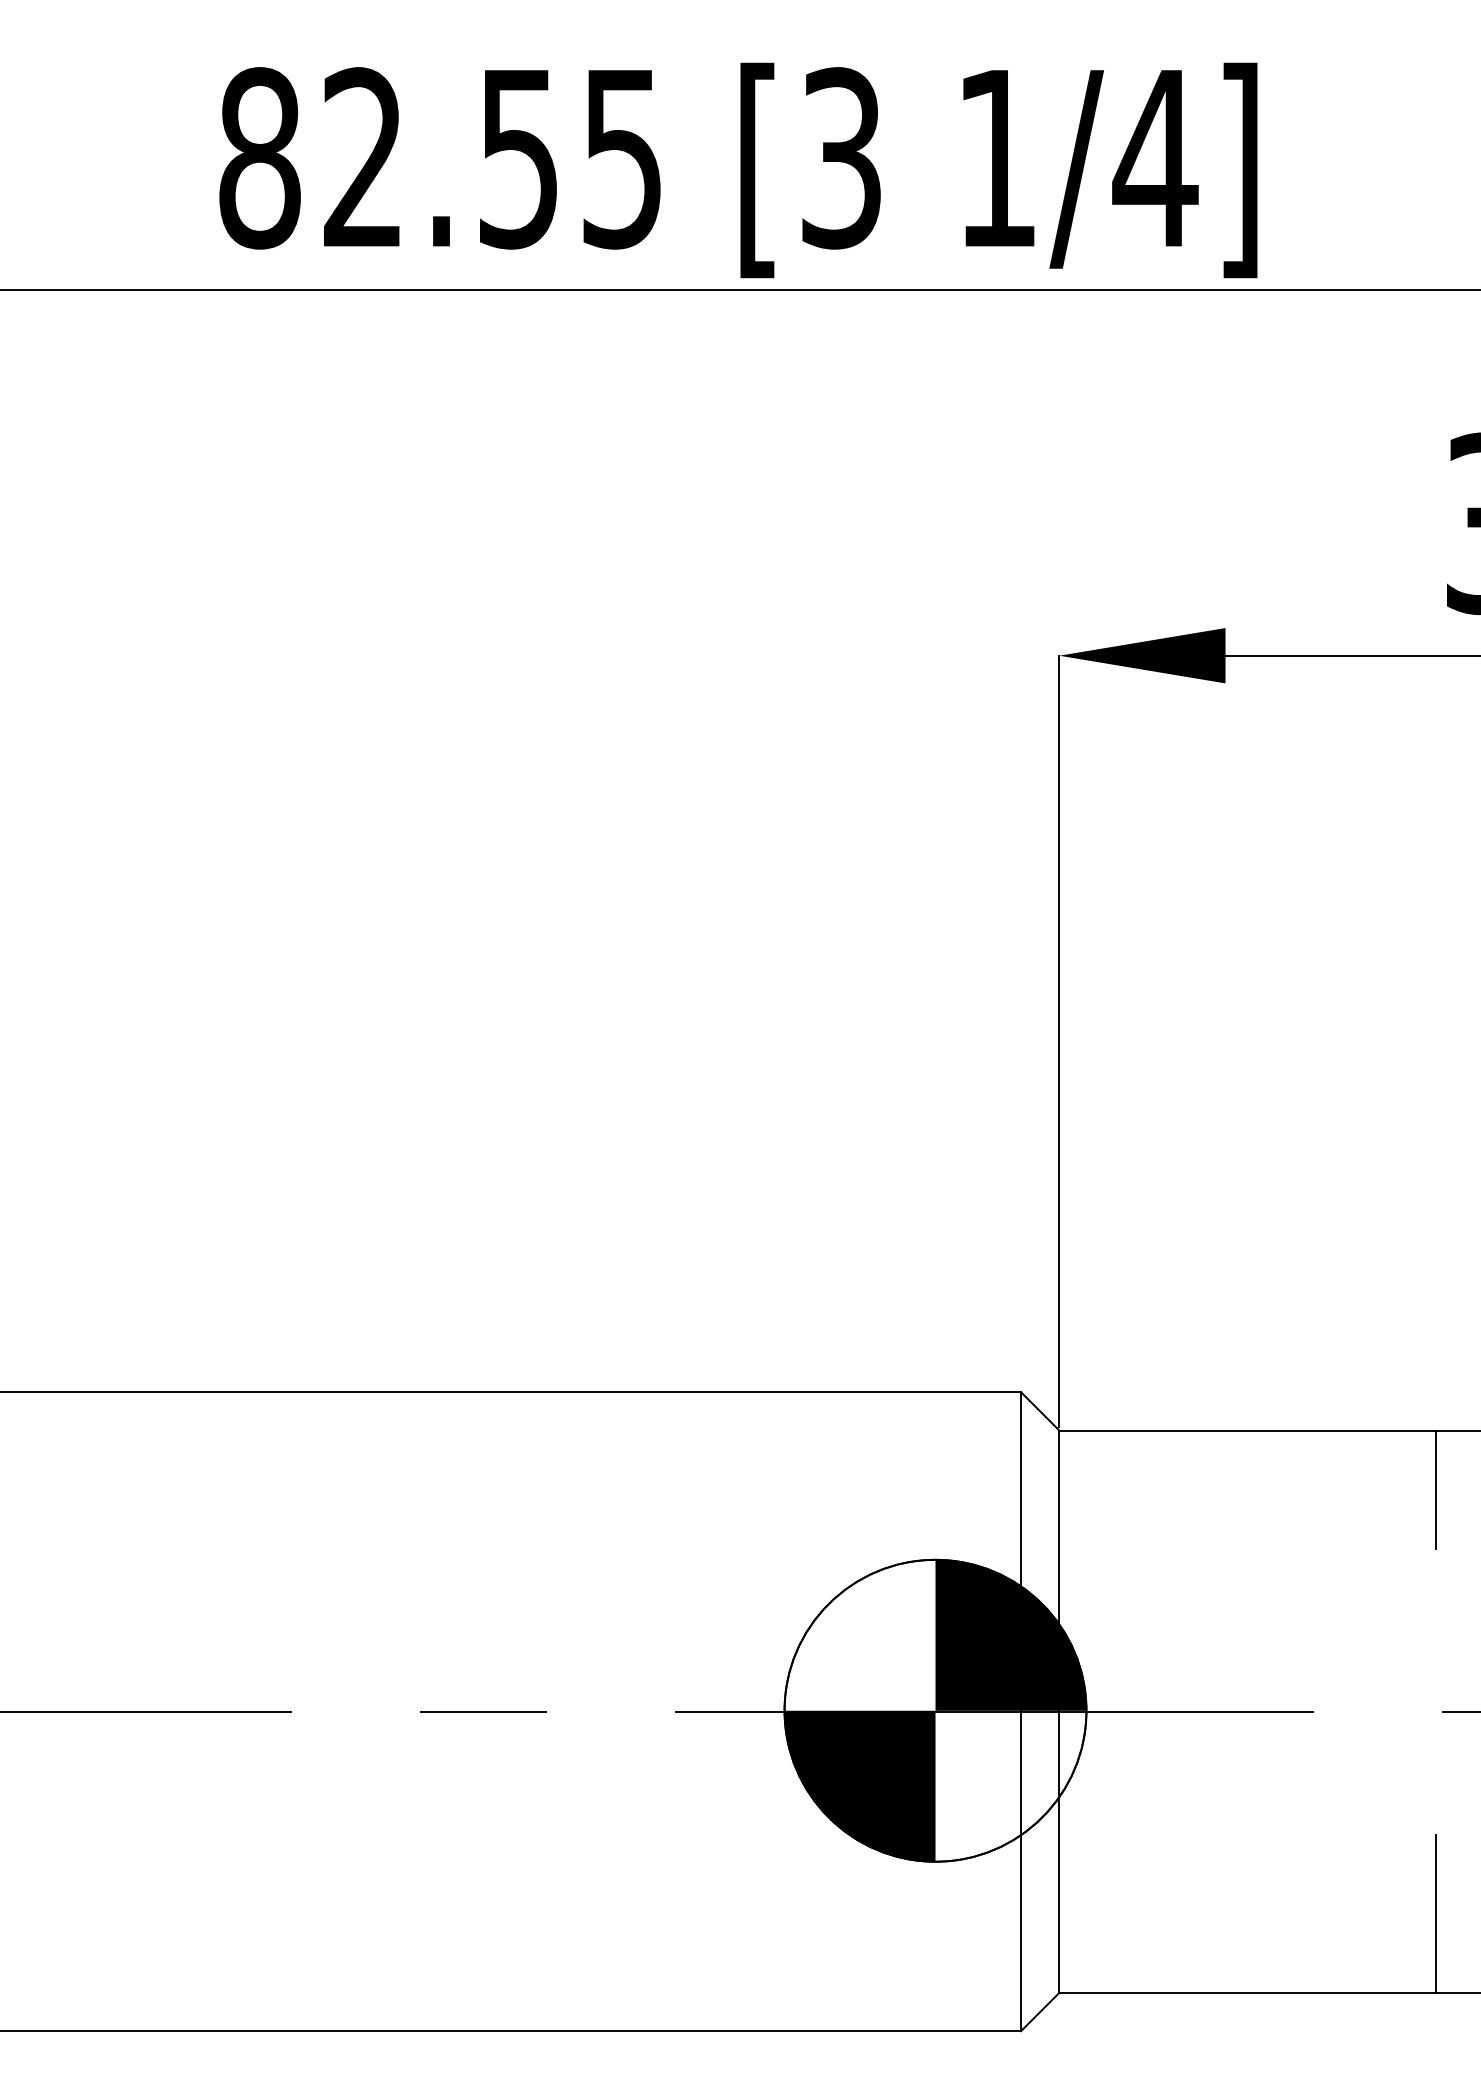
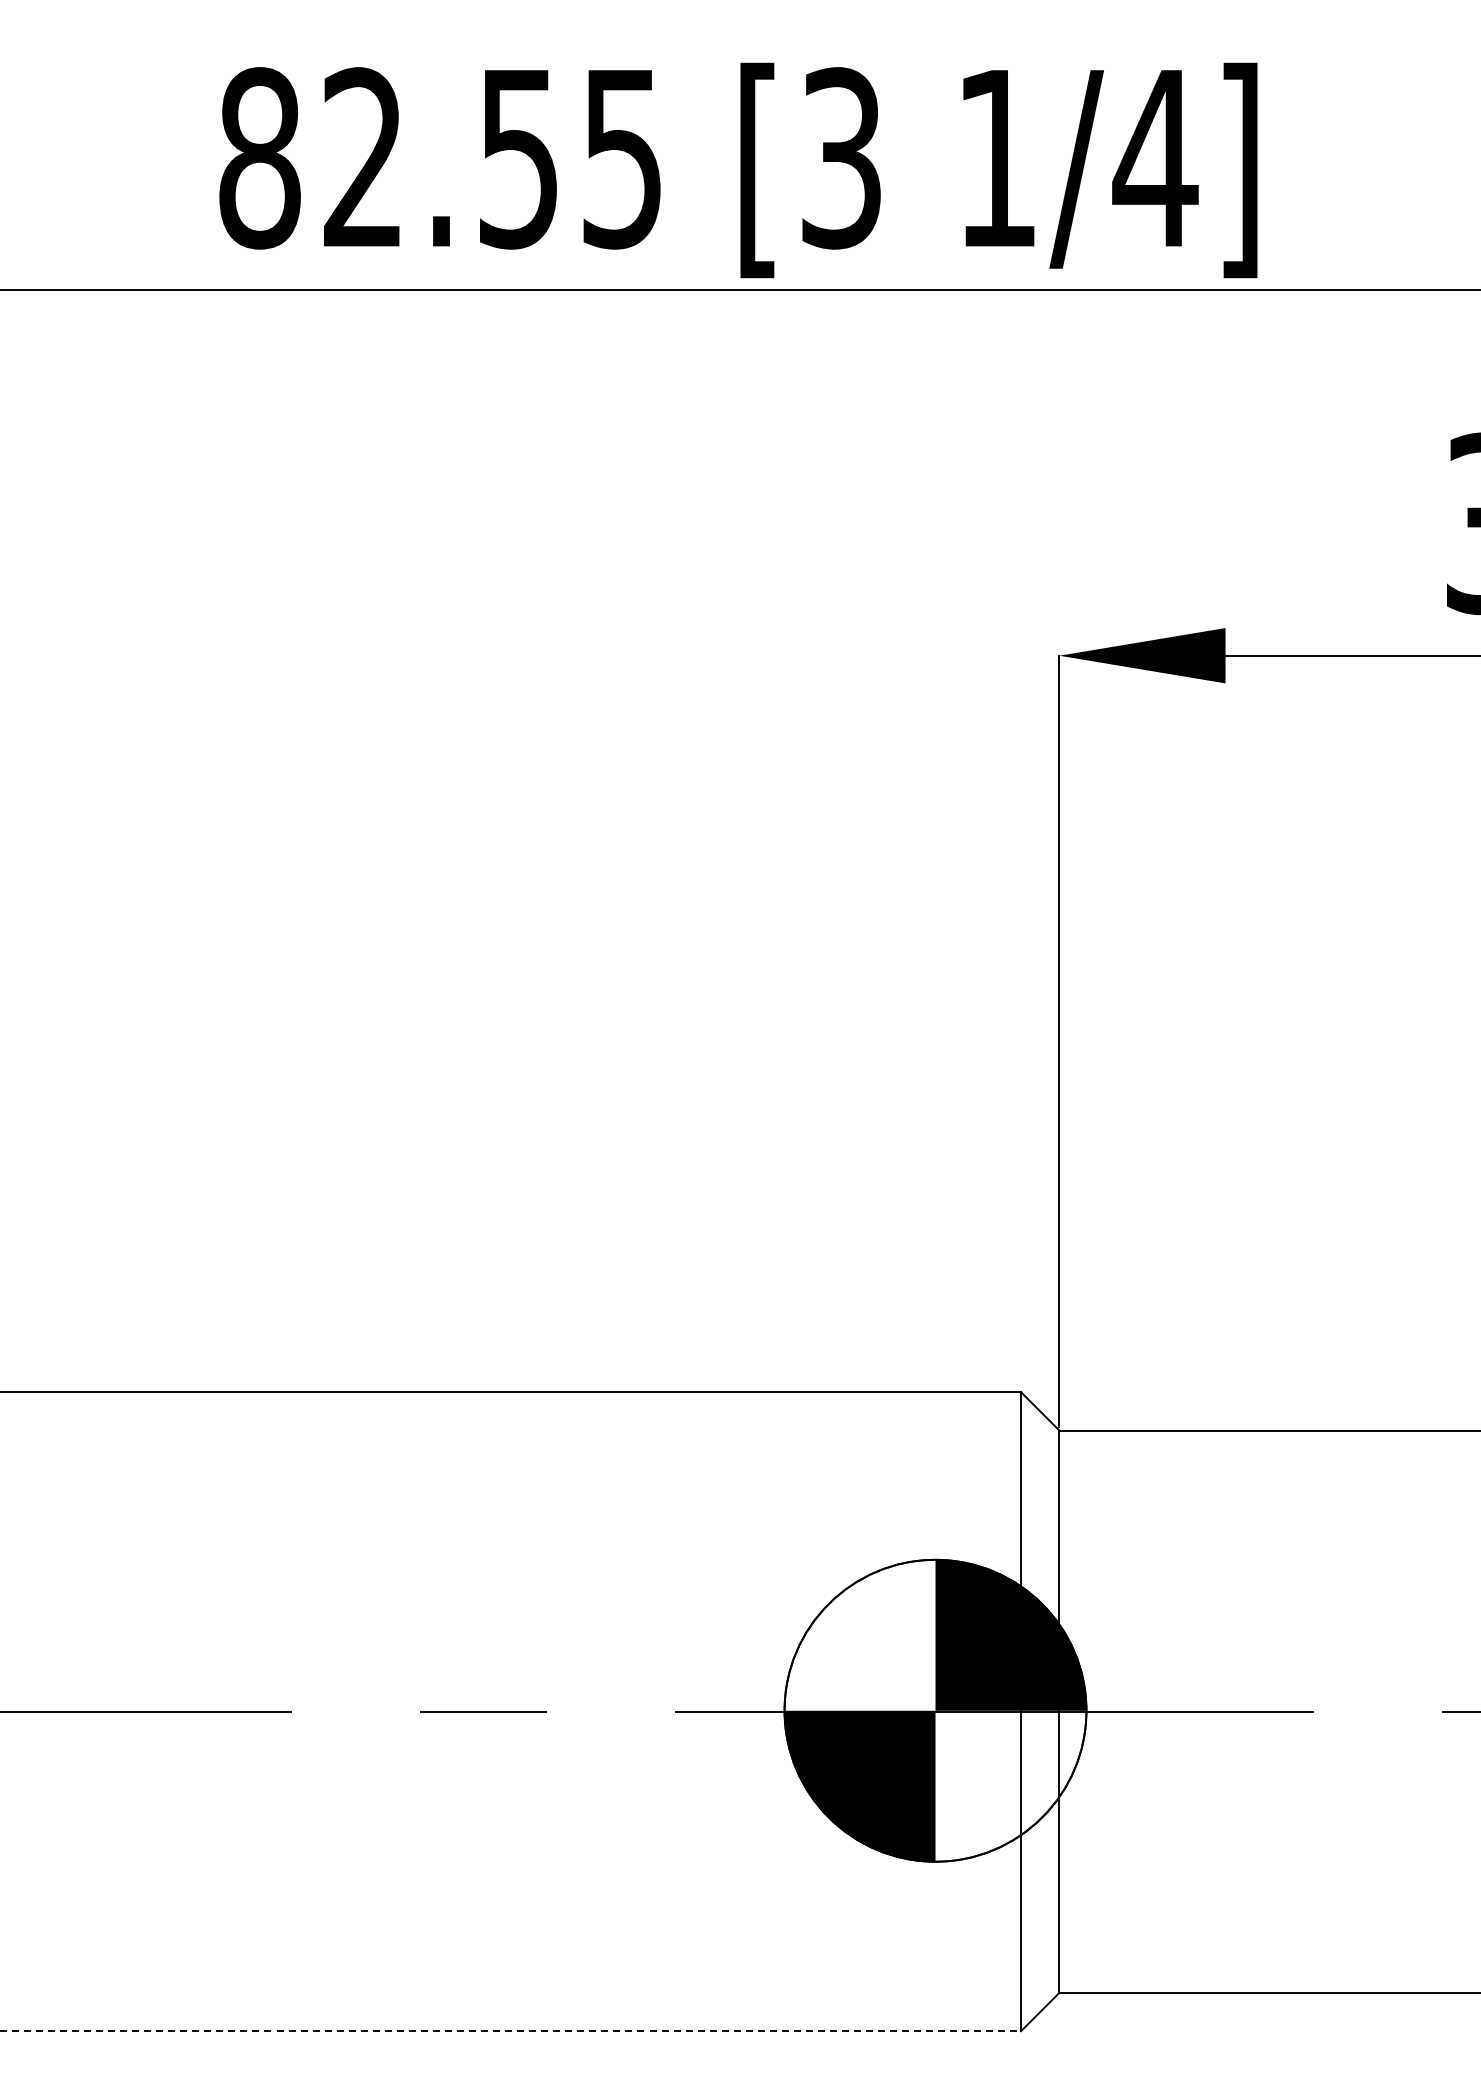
line at (1436, 1489): present -> none
line at (1436, 1913): present -> none
line at (511, 2031): solid -> dashed
